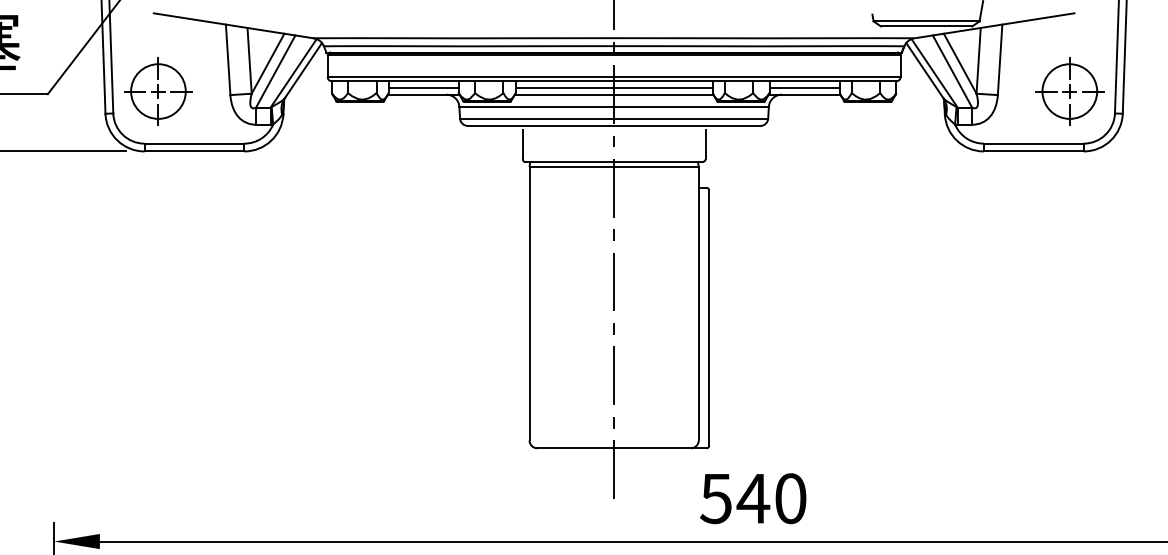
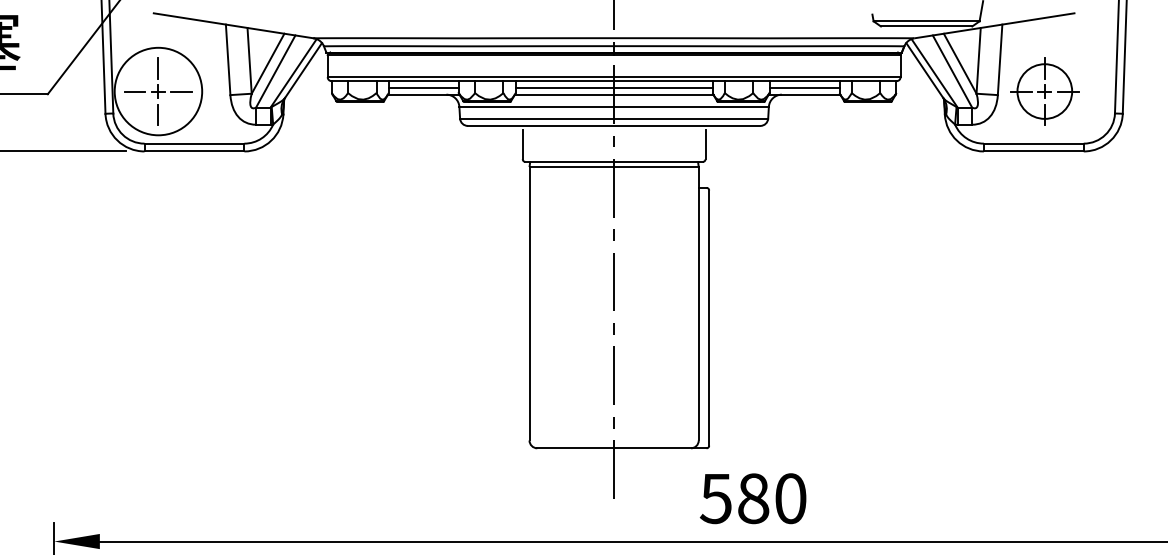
circle at (158, 91) diameter: 55 px -> 87 px
part at (1069, 91) position: (1069, 91) -> (1044, 91)
text at (753, 498): 540 -> 580
